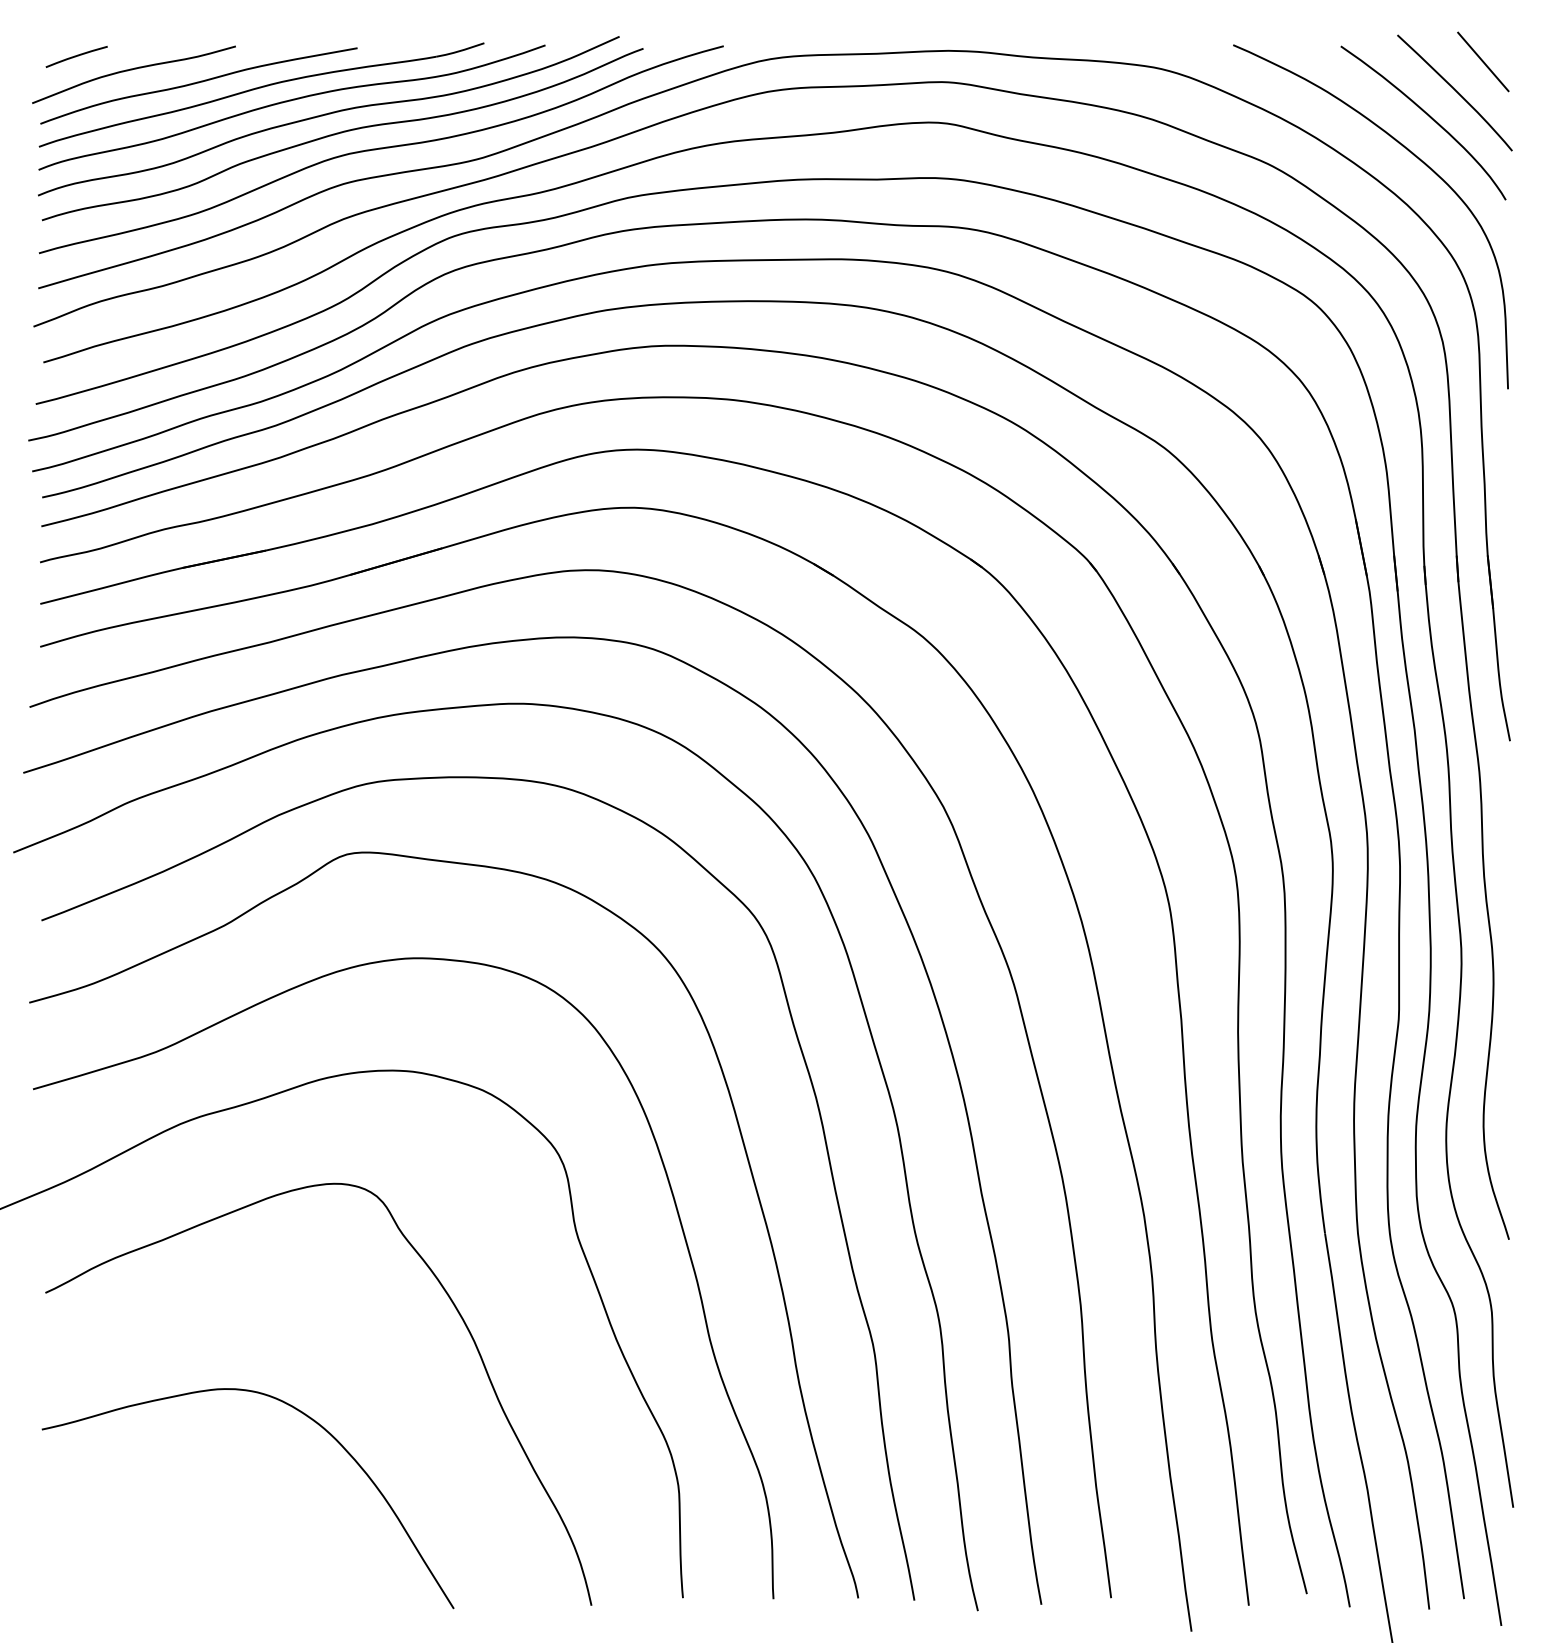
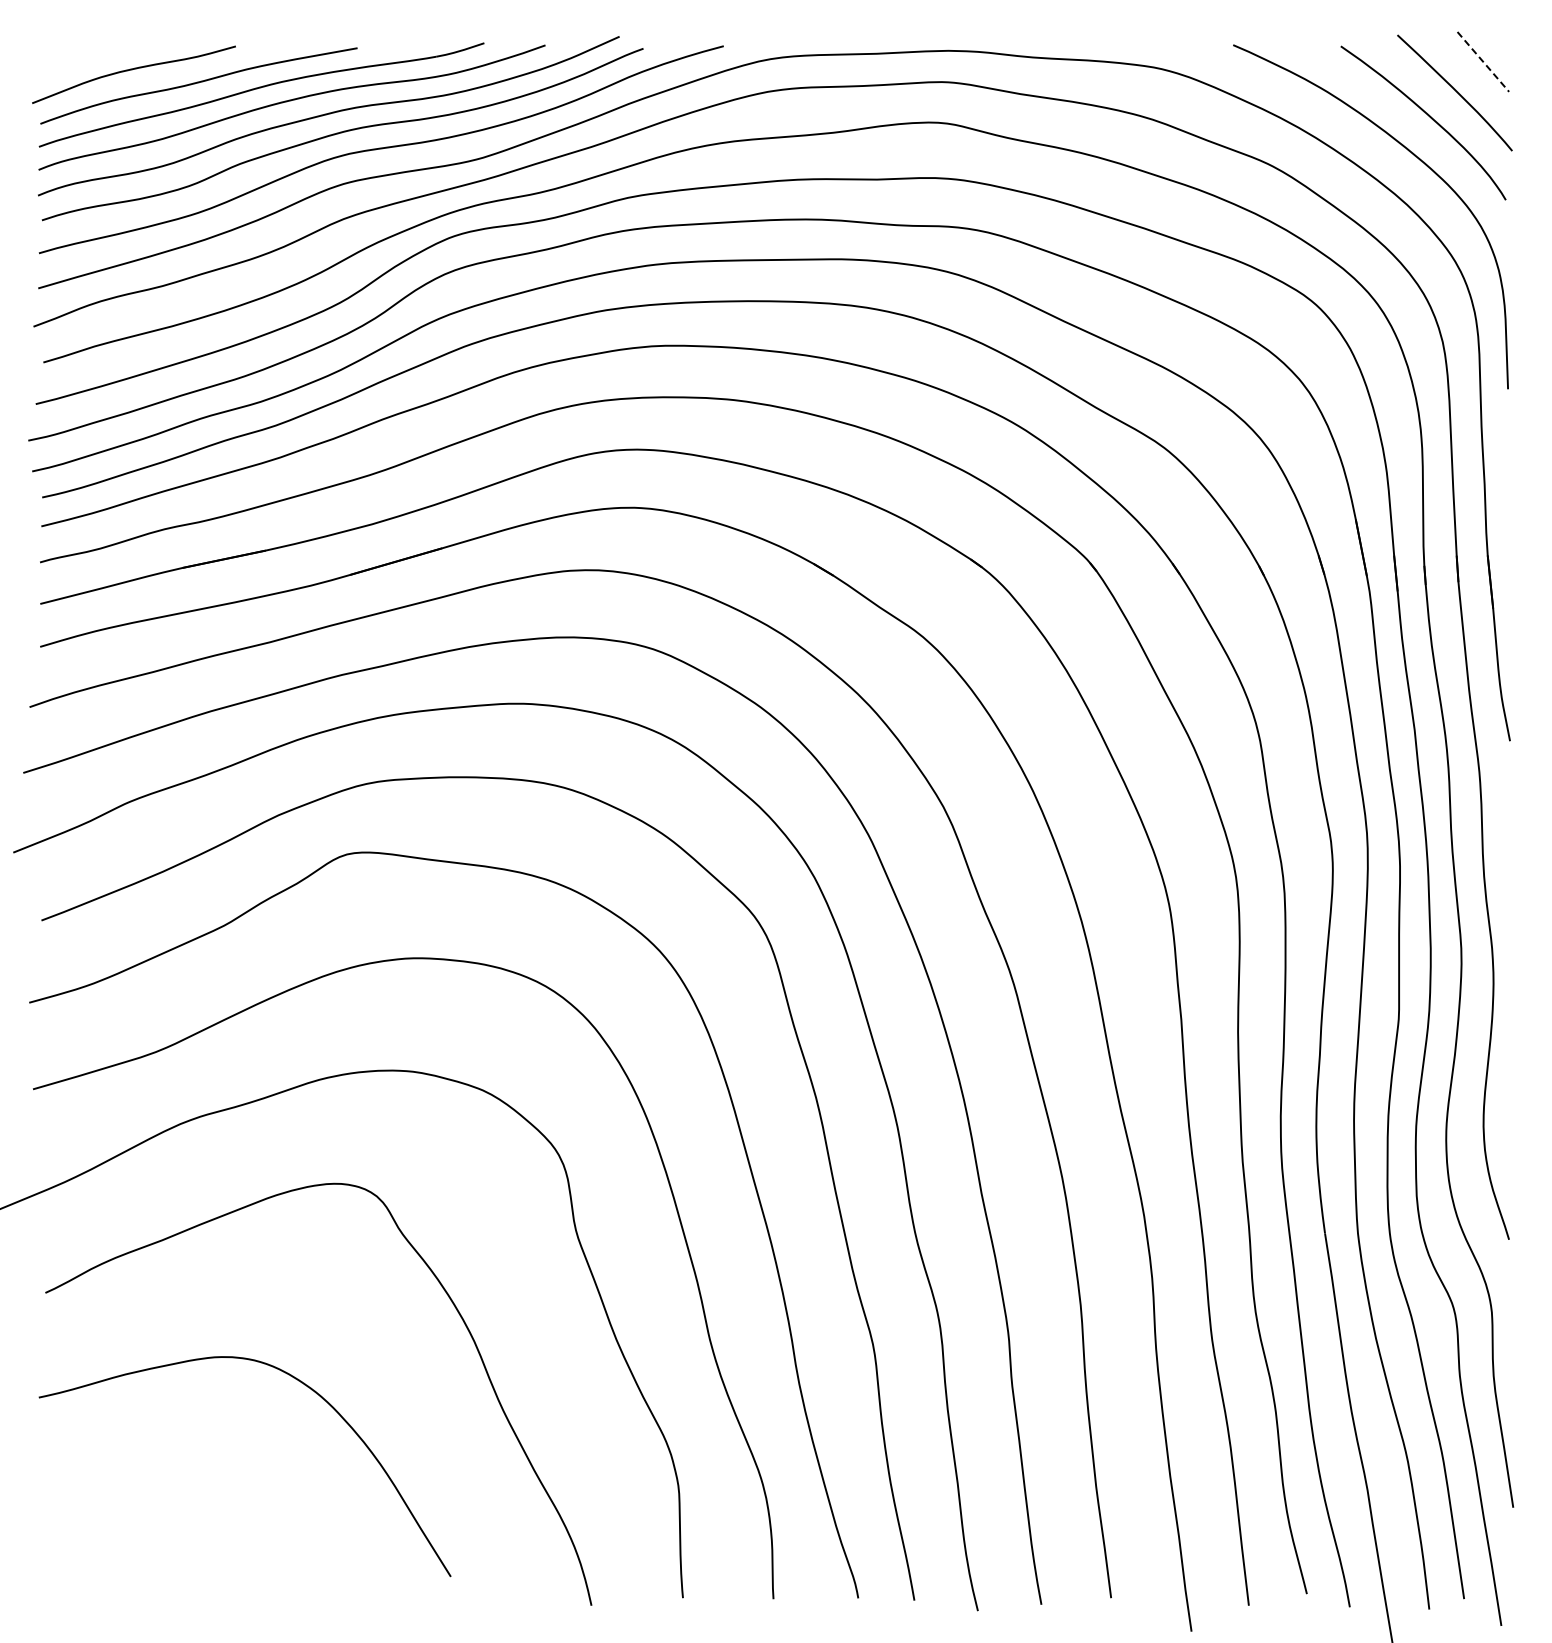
line at (76, 56): present -> none
line at (1483, 61): solid -> dashed
curve at (304, 1415) position: (304, 1415) -> (301, 1383)
